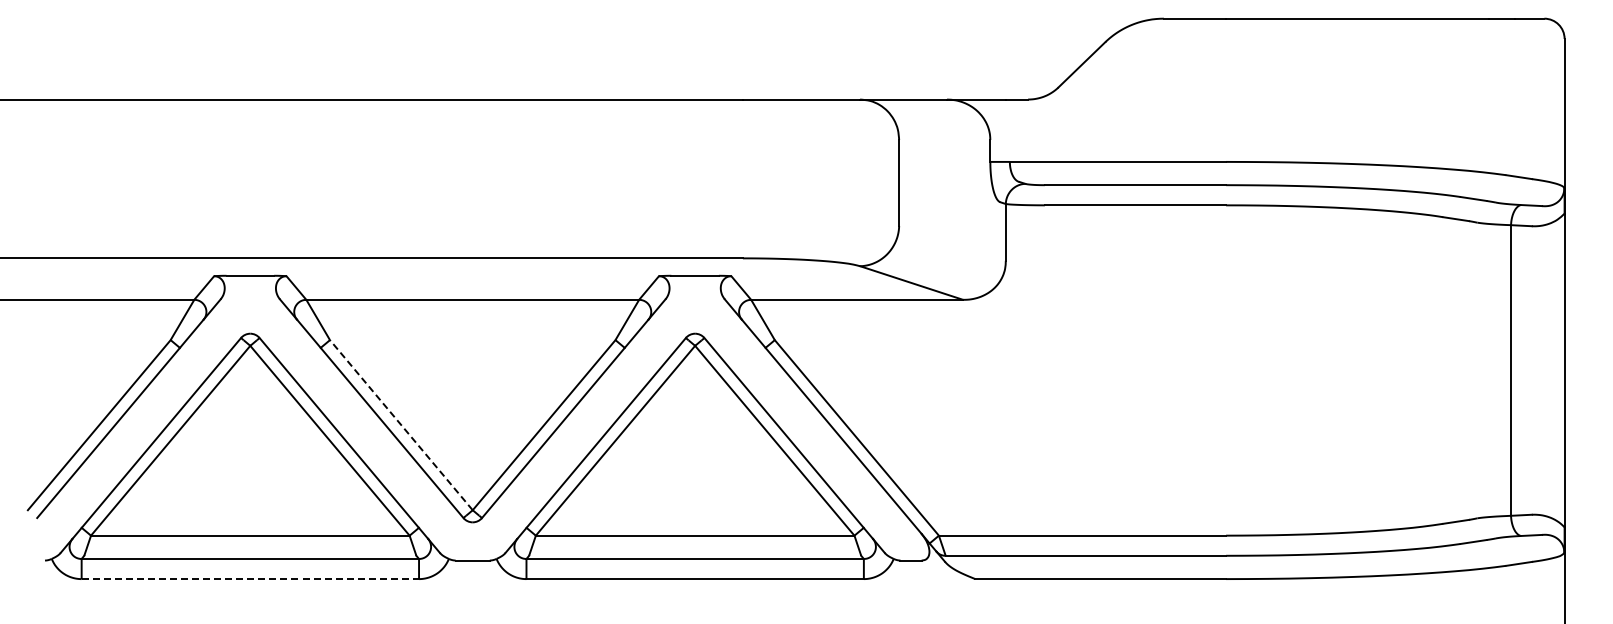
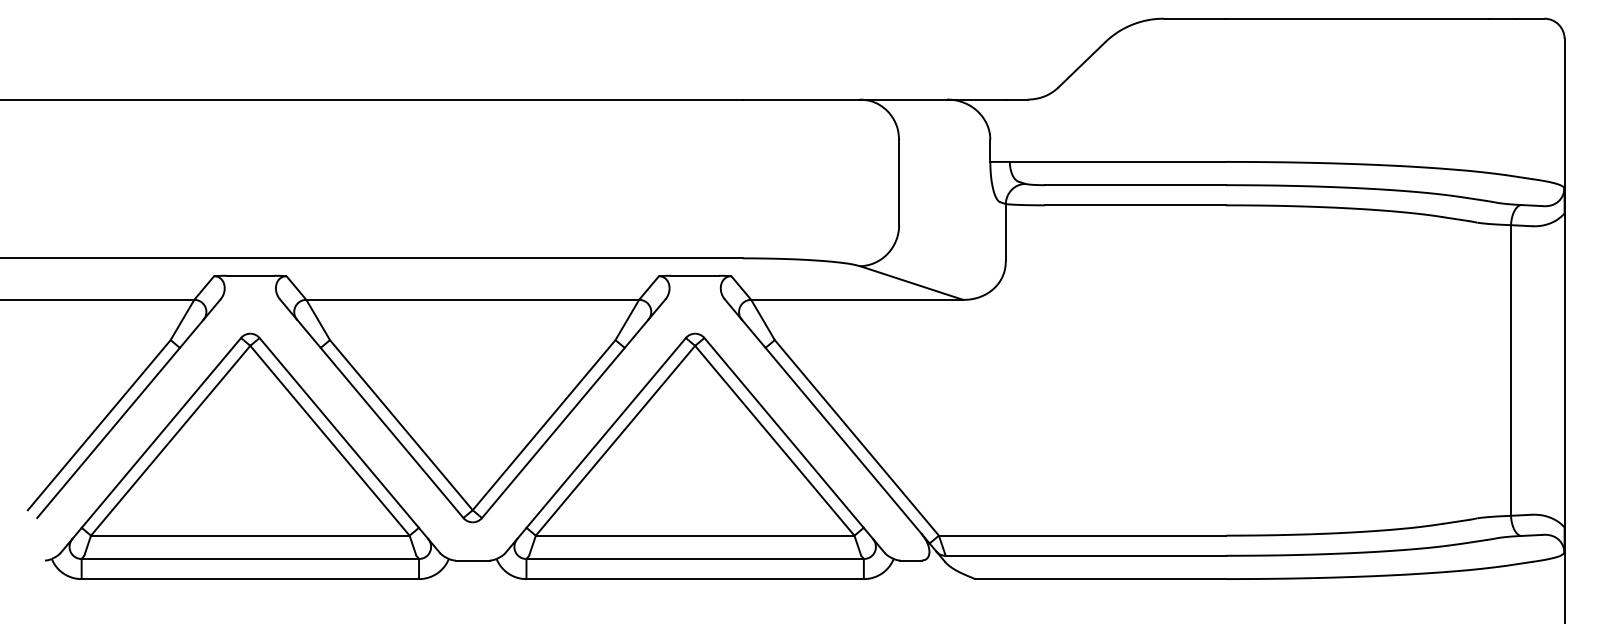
line at (401, 424): dashed -> solid
line at (250, 579): dashed -> solid
